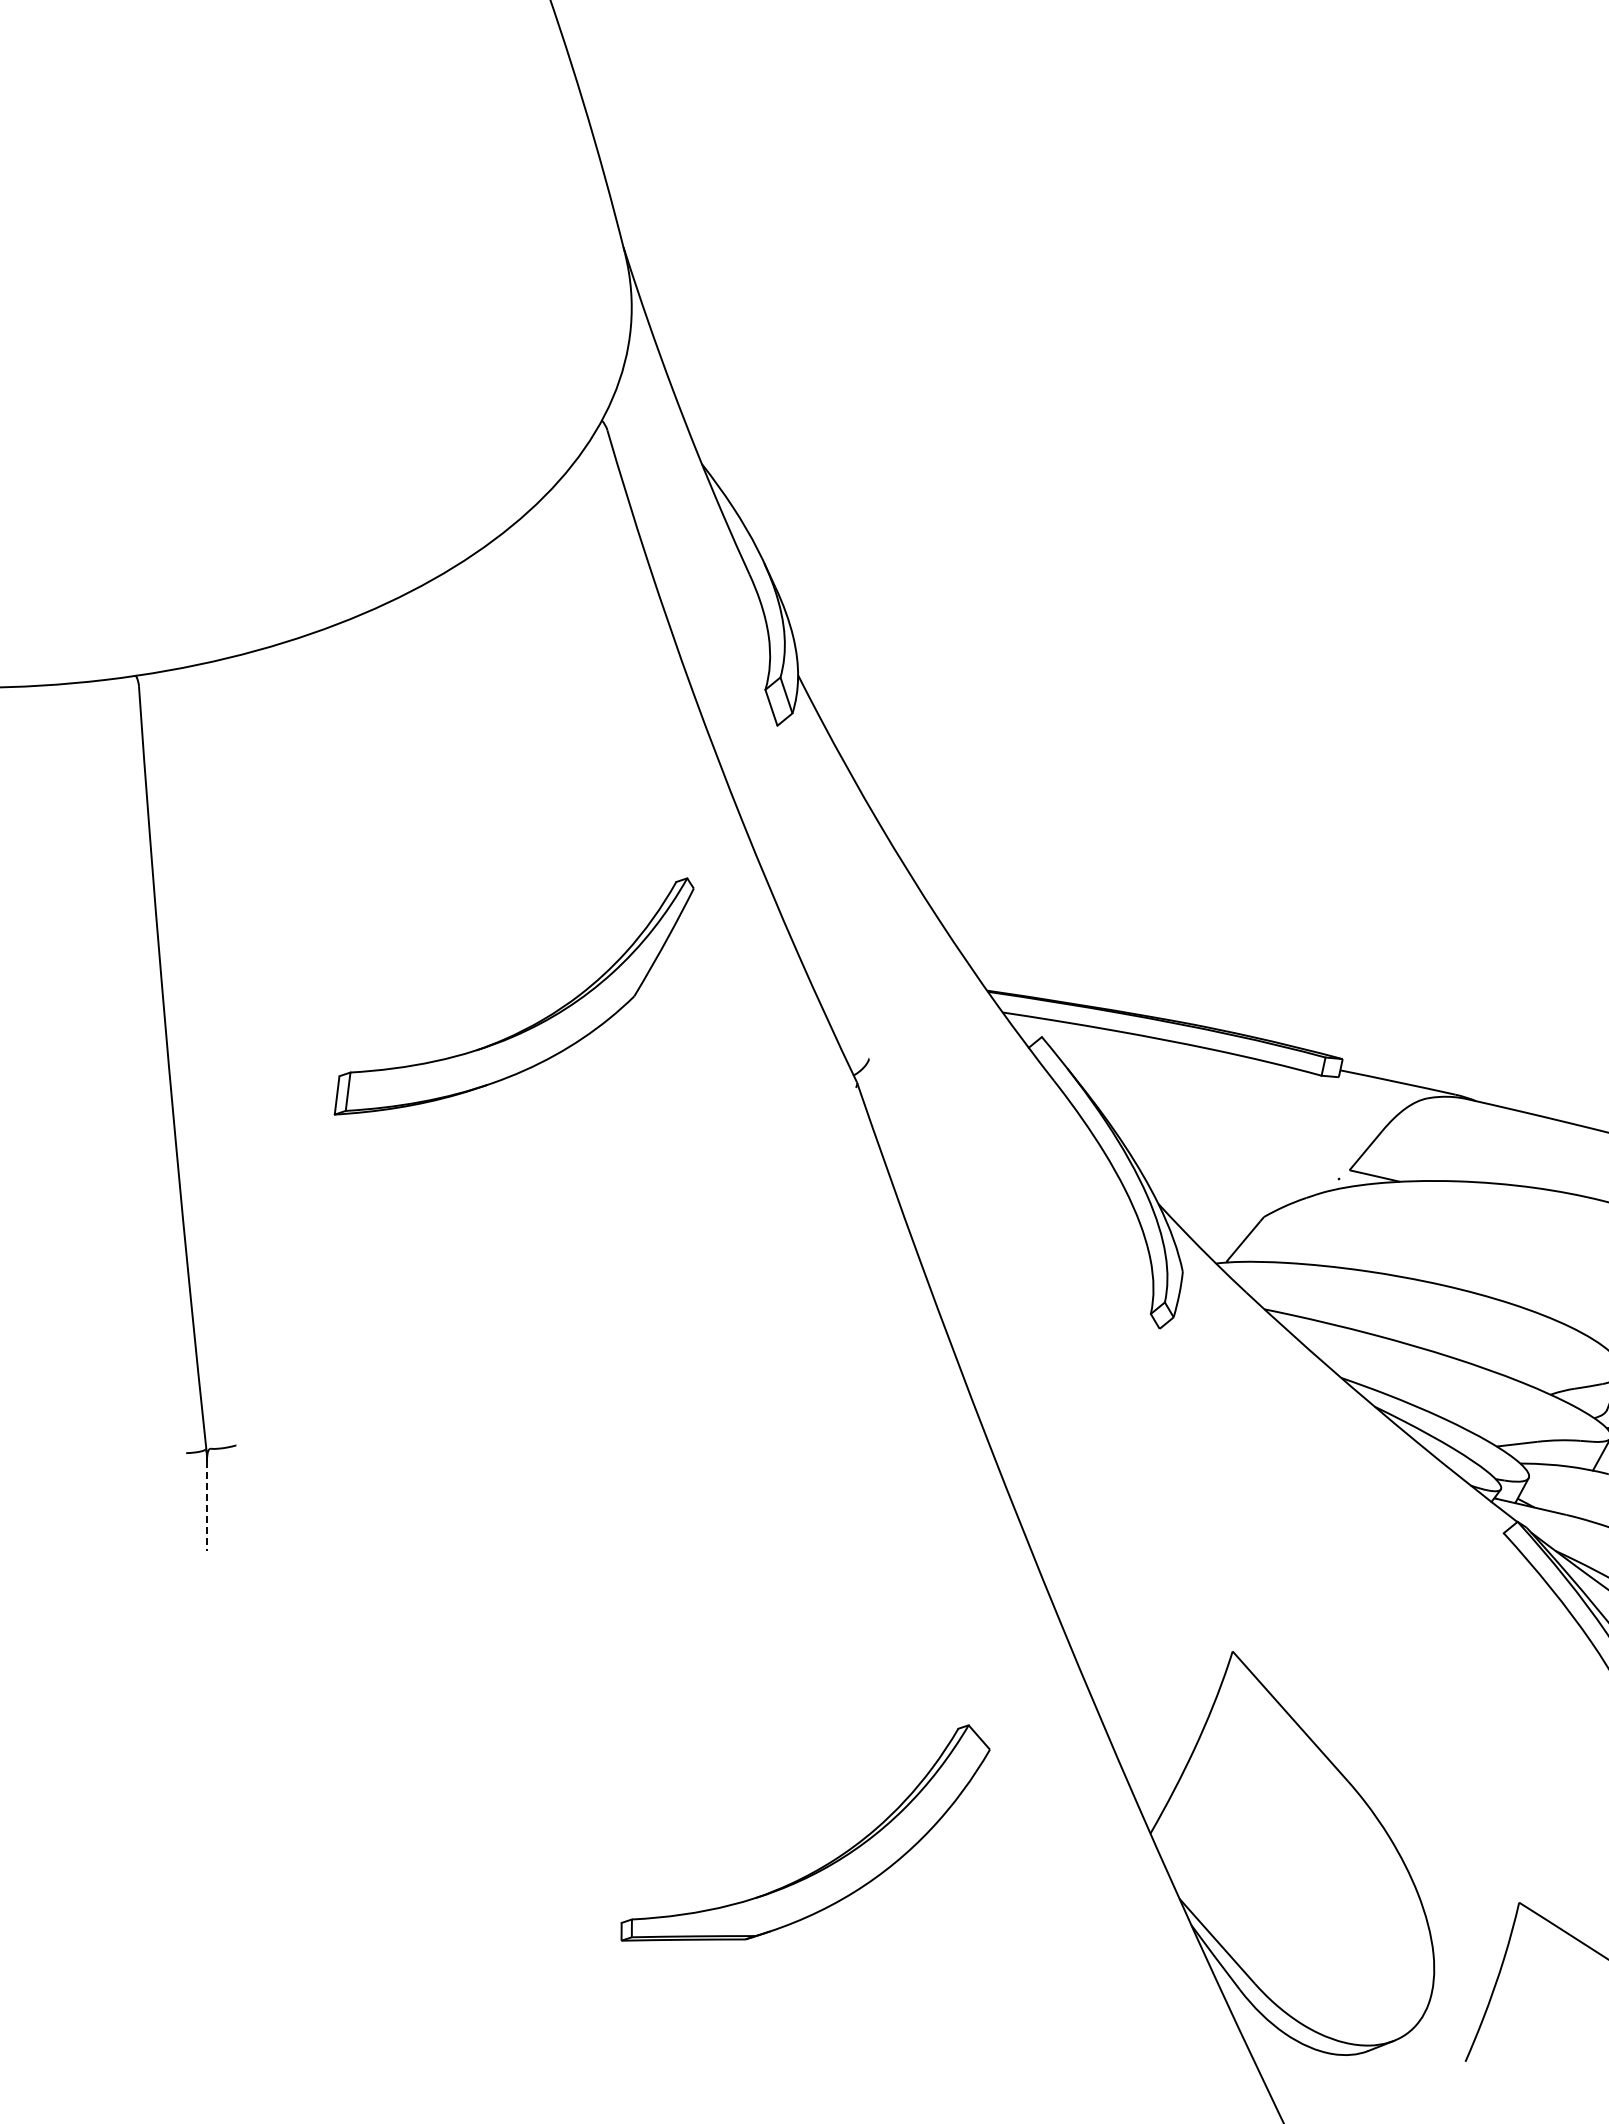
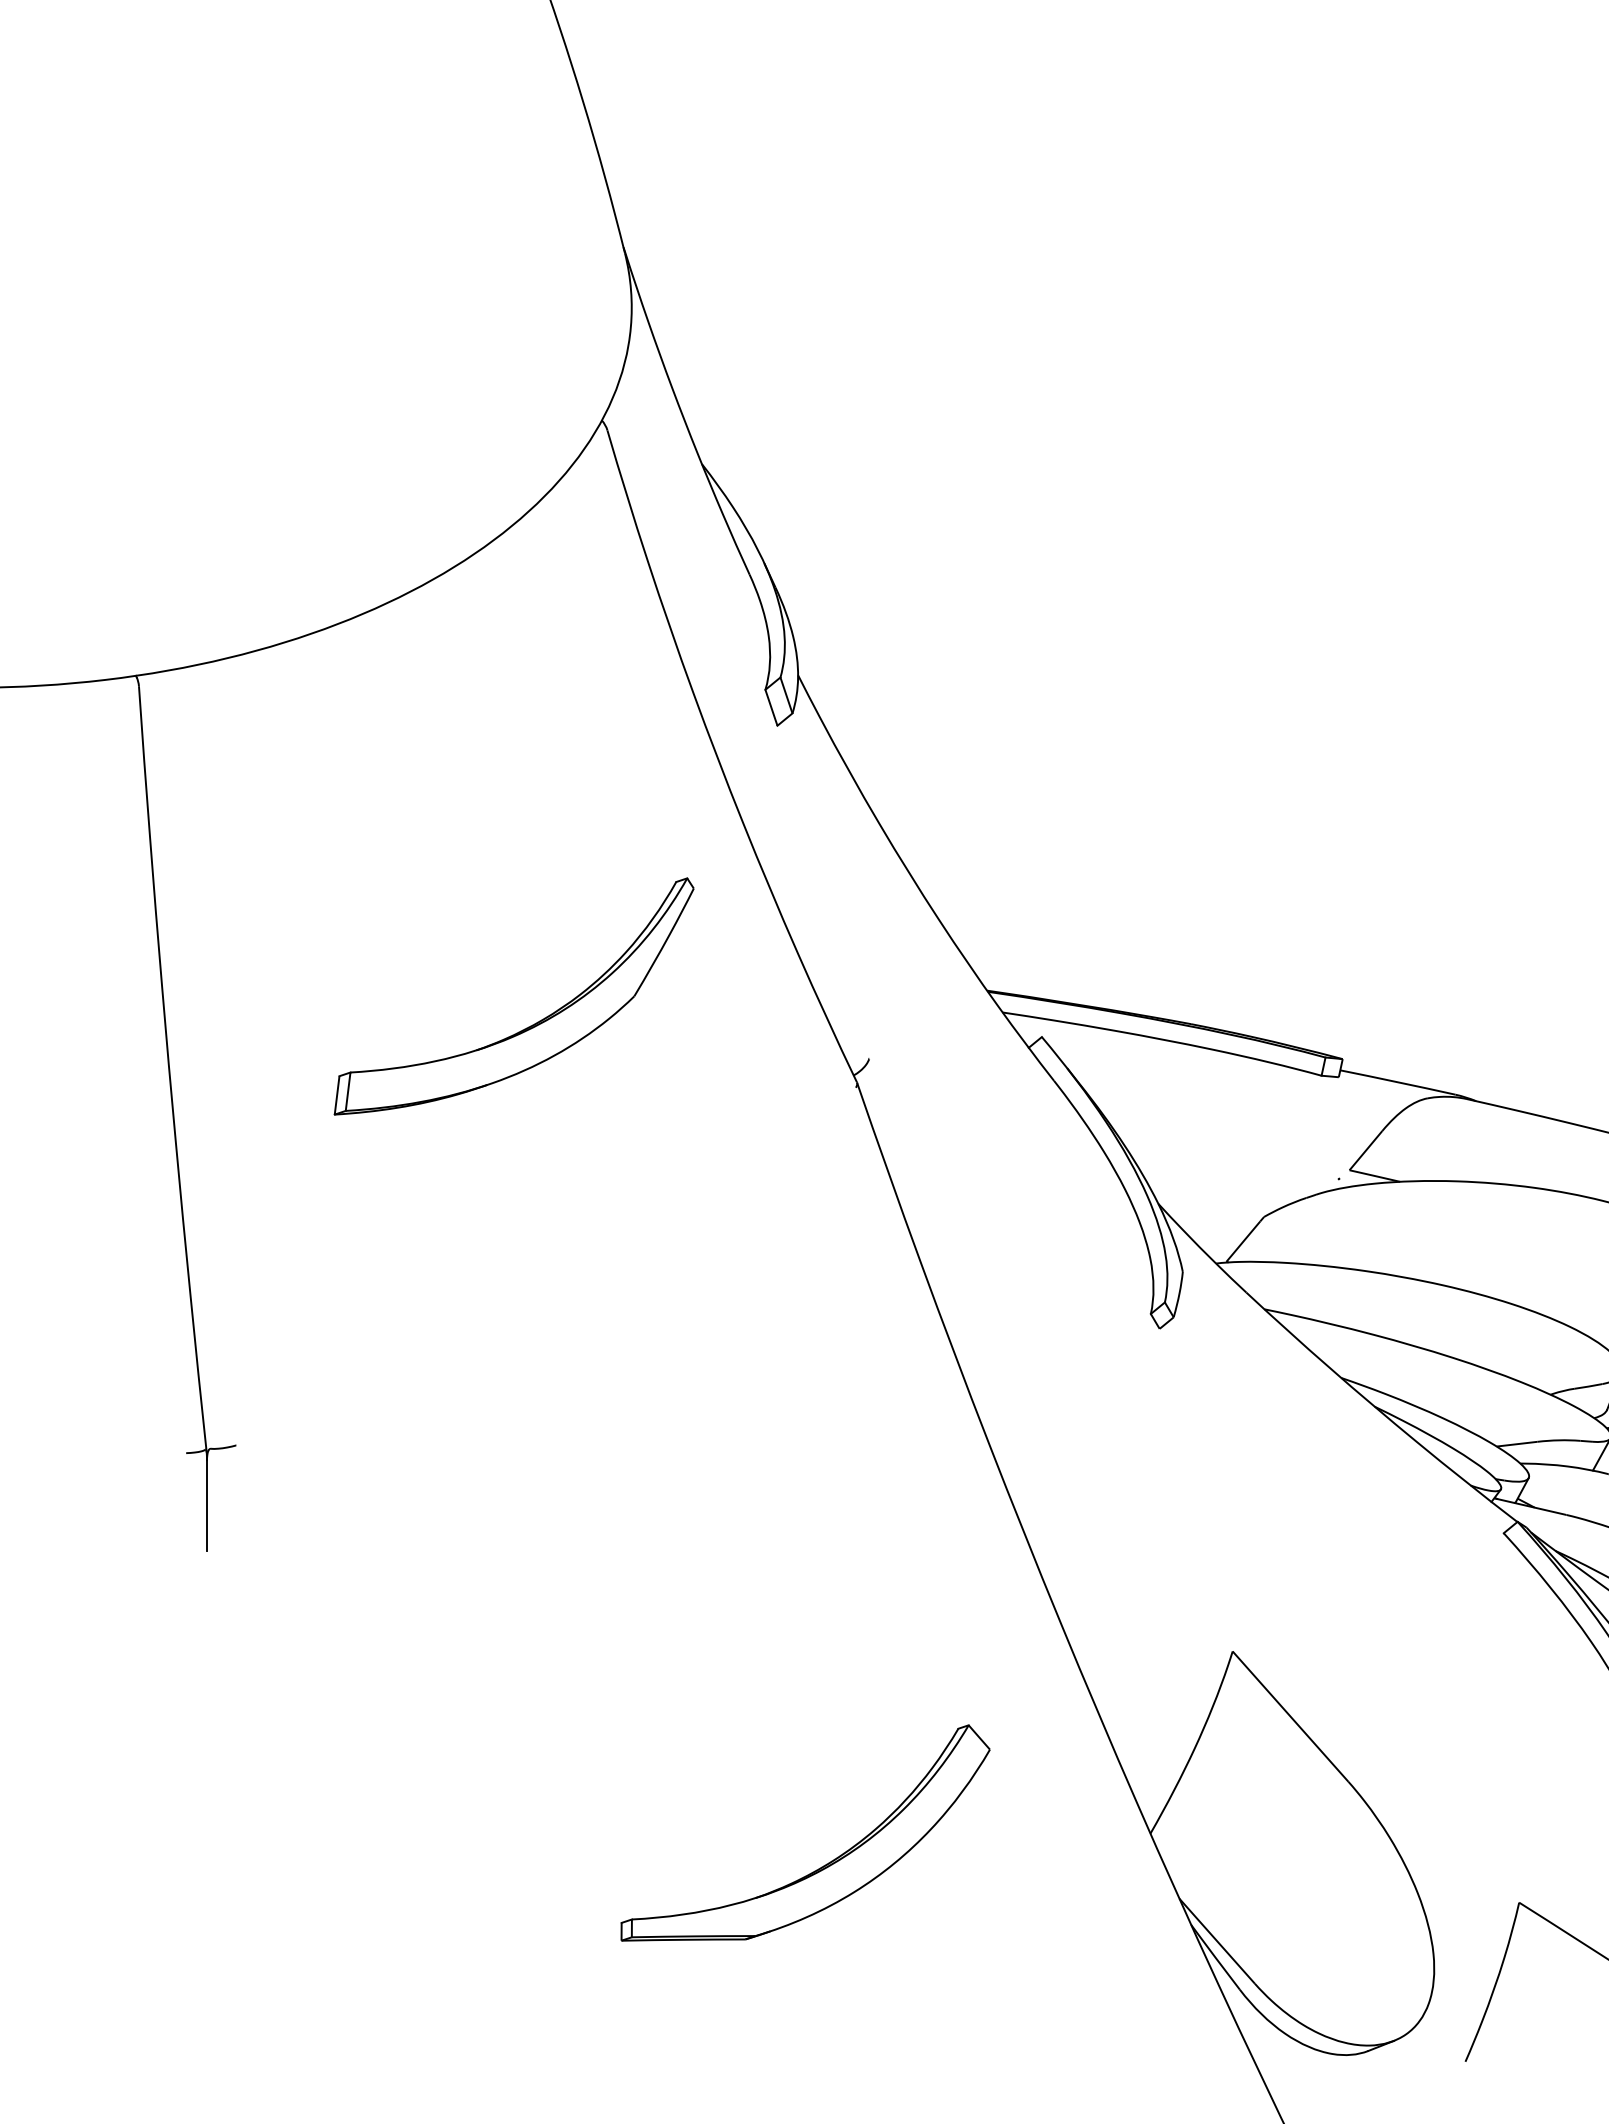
line at (207, 1505): dashed -> solid
